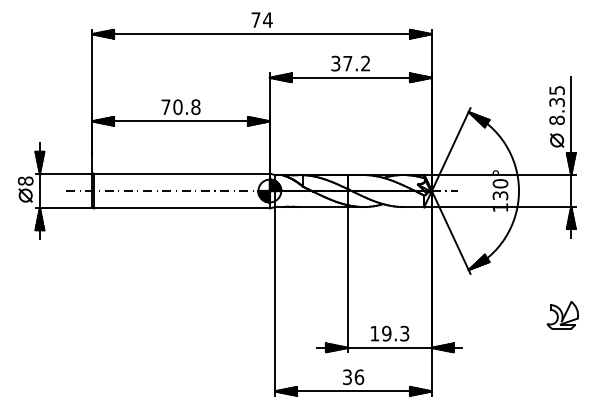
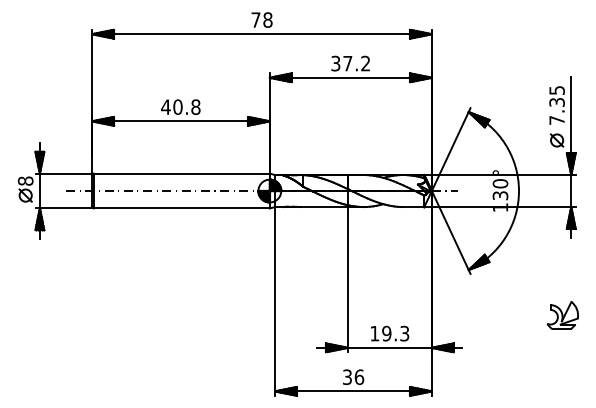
text at (267, 19): 74 -> 78
text at (165, 106): 70.8 -> 40.8
text at (556, 119): 8.35 -> 7.35
